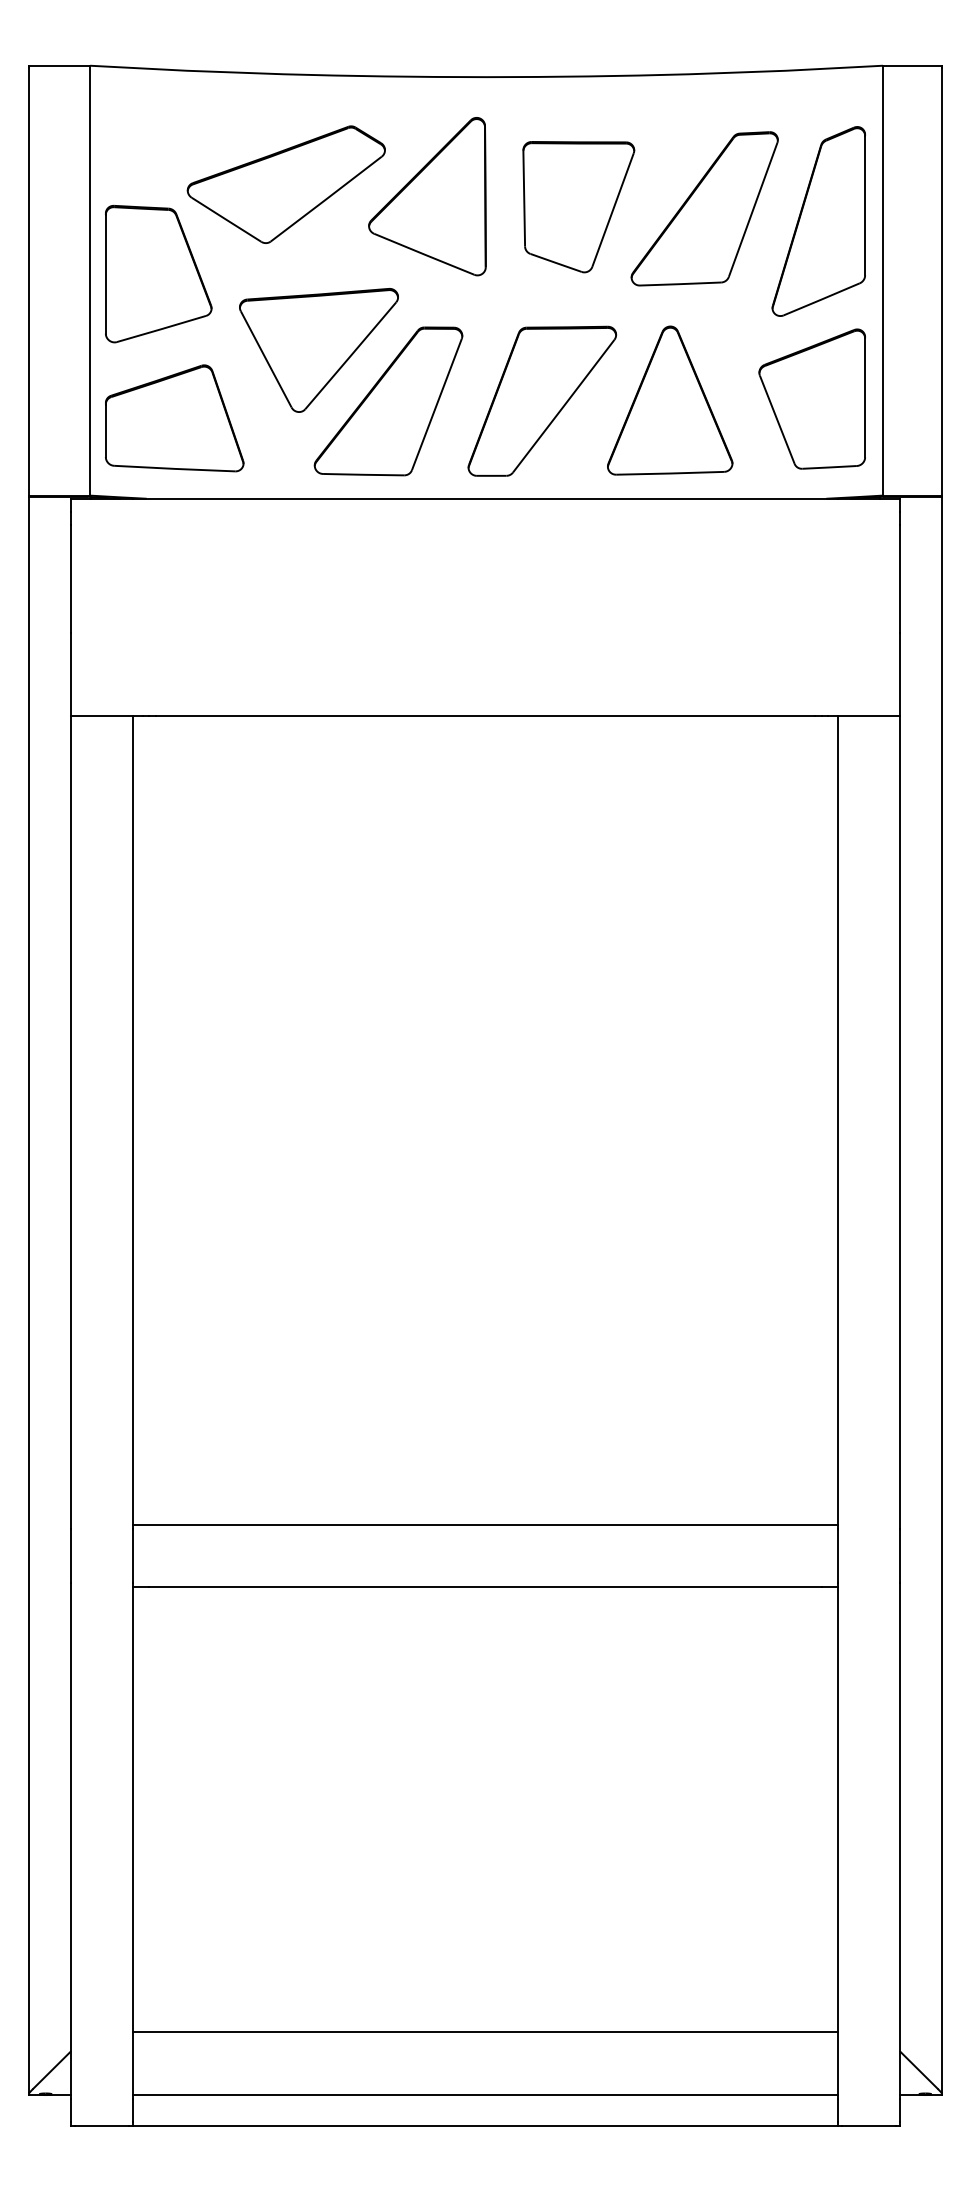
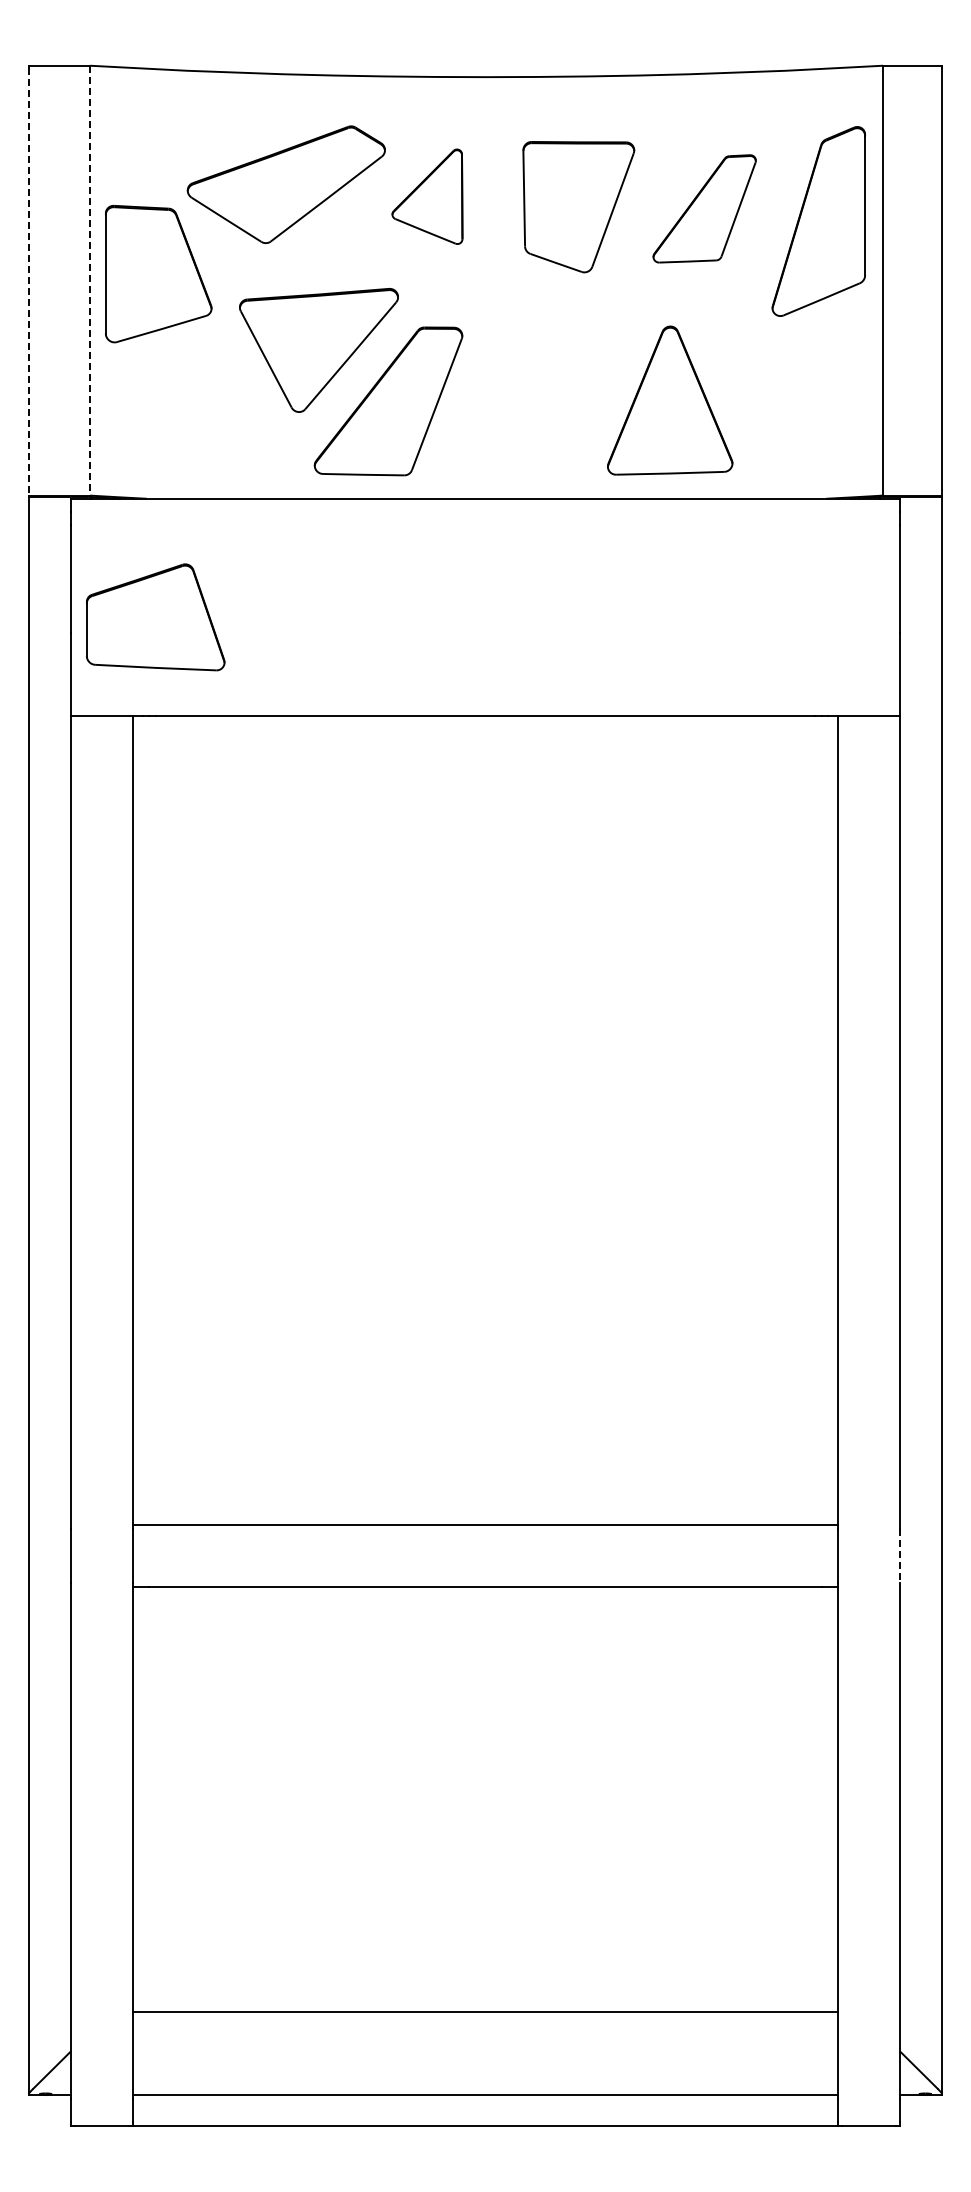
part at (427, 196) size: 119x160 px -> 73x97 px
part at (704, 208) size: 149x156 px -> 105x110 px
line at (90, 280): solid -> dashed
line at (29, 282): solid -> dashed
part at (811, 398): present -> none
part at (541, 400): present -> none
part at (174, 418) position: (174, 418) -> (155, 617)
line at (900, 1555): solid -> dashed
line at (485, 2031) position: (485, 2031) -> (485, 2011)
